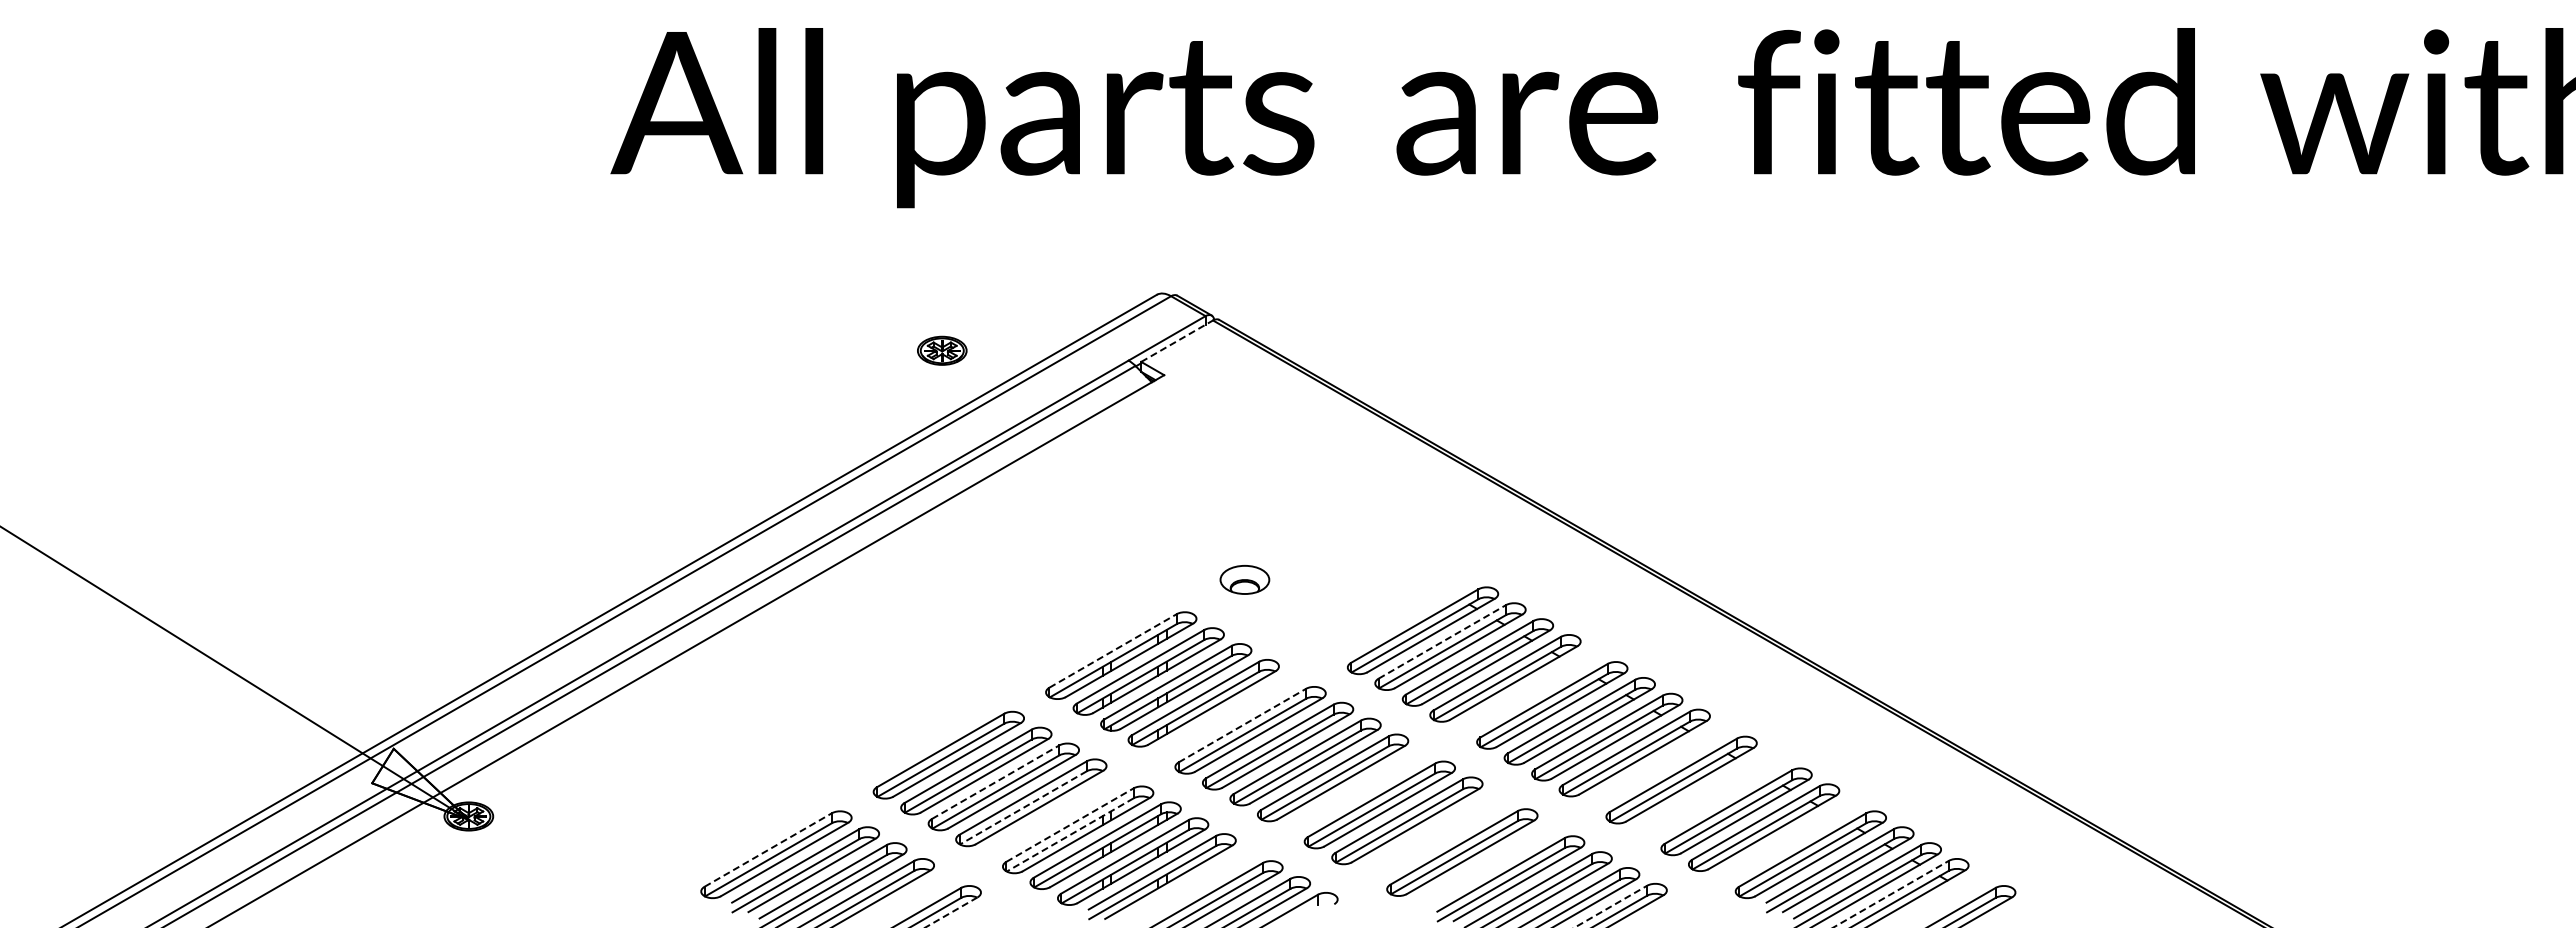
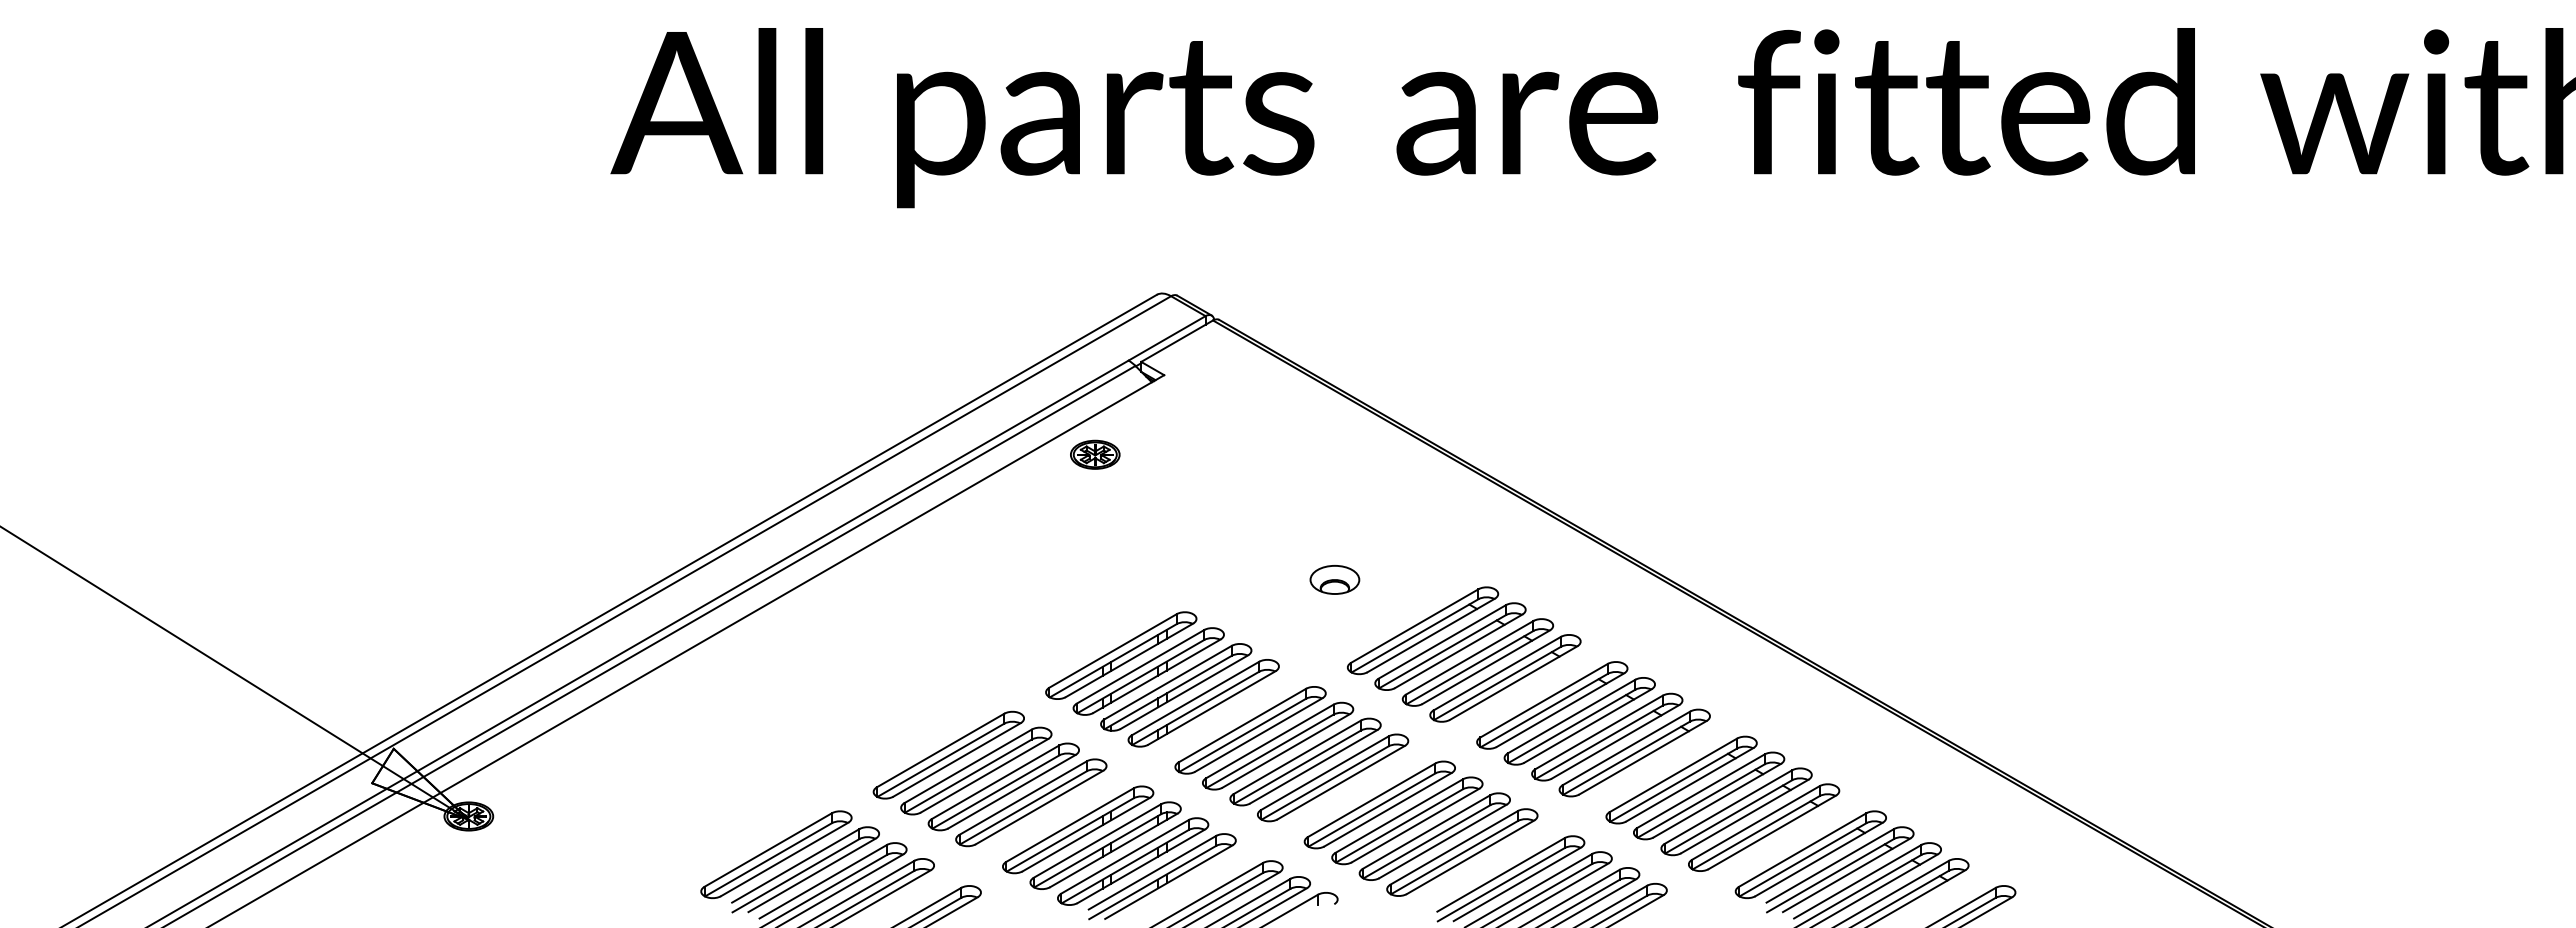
line at (1177, 340): dashed -> solid
part at (942, 350) position: (942, 350) -> (1095, 454)
part at (1244, 579) position: (1244, 579) -> (1334, 579)
line at (1442, 641): dashed -> solid
line at (1113, 650): dashed -> solid
line at (1242, 725): dashed -> solid
line at (996, 781): dashed -> solid
part at (1709, 795): none -> present
line at (1022, 808): dashed -> solid
line at (1070, 824): dashed -> solid
line at (1069, 835): dashed -> solid
part at (1434, 836): none -> present
line at (768, 849): dashed -> solid
line at (1890, 894): dashed -> solid
line at (1610, 906): dashed -> solid
line at (950, 912): dashed -> solid
